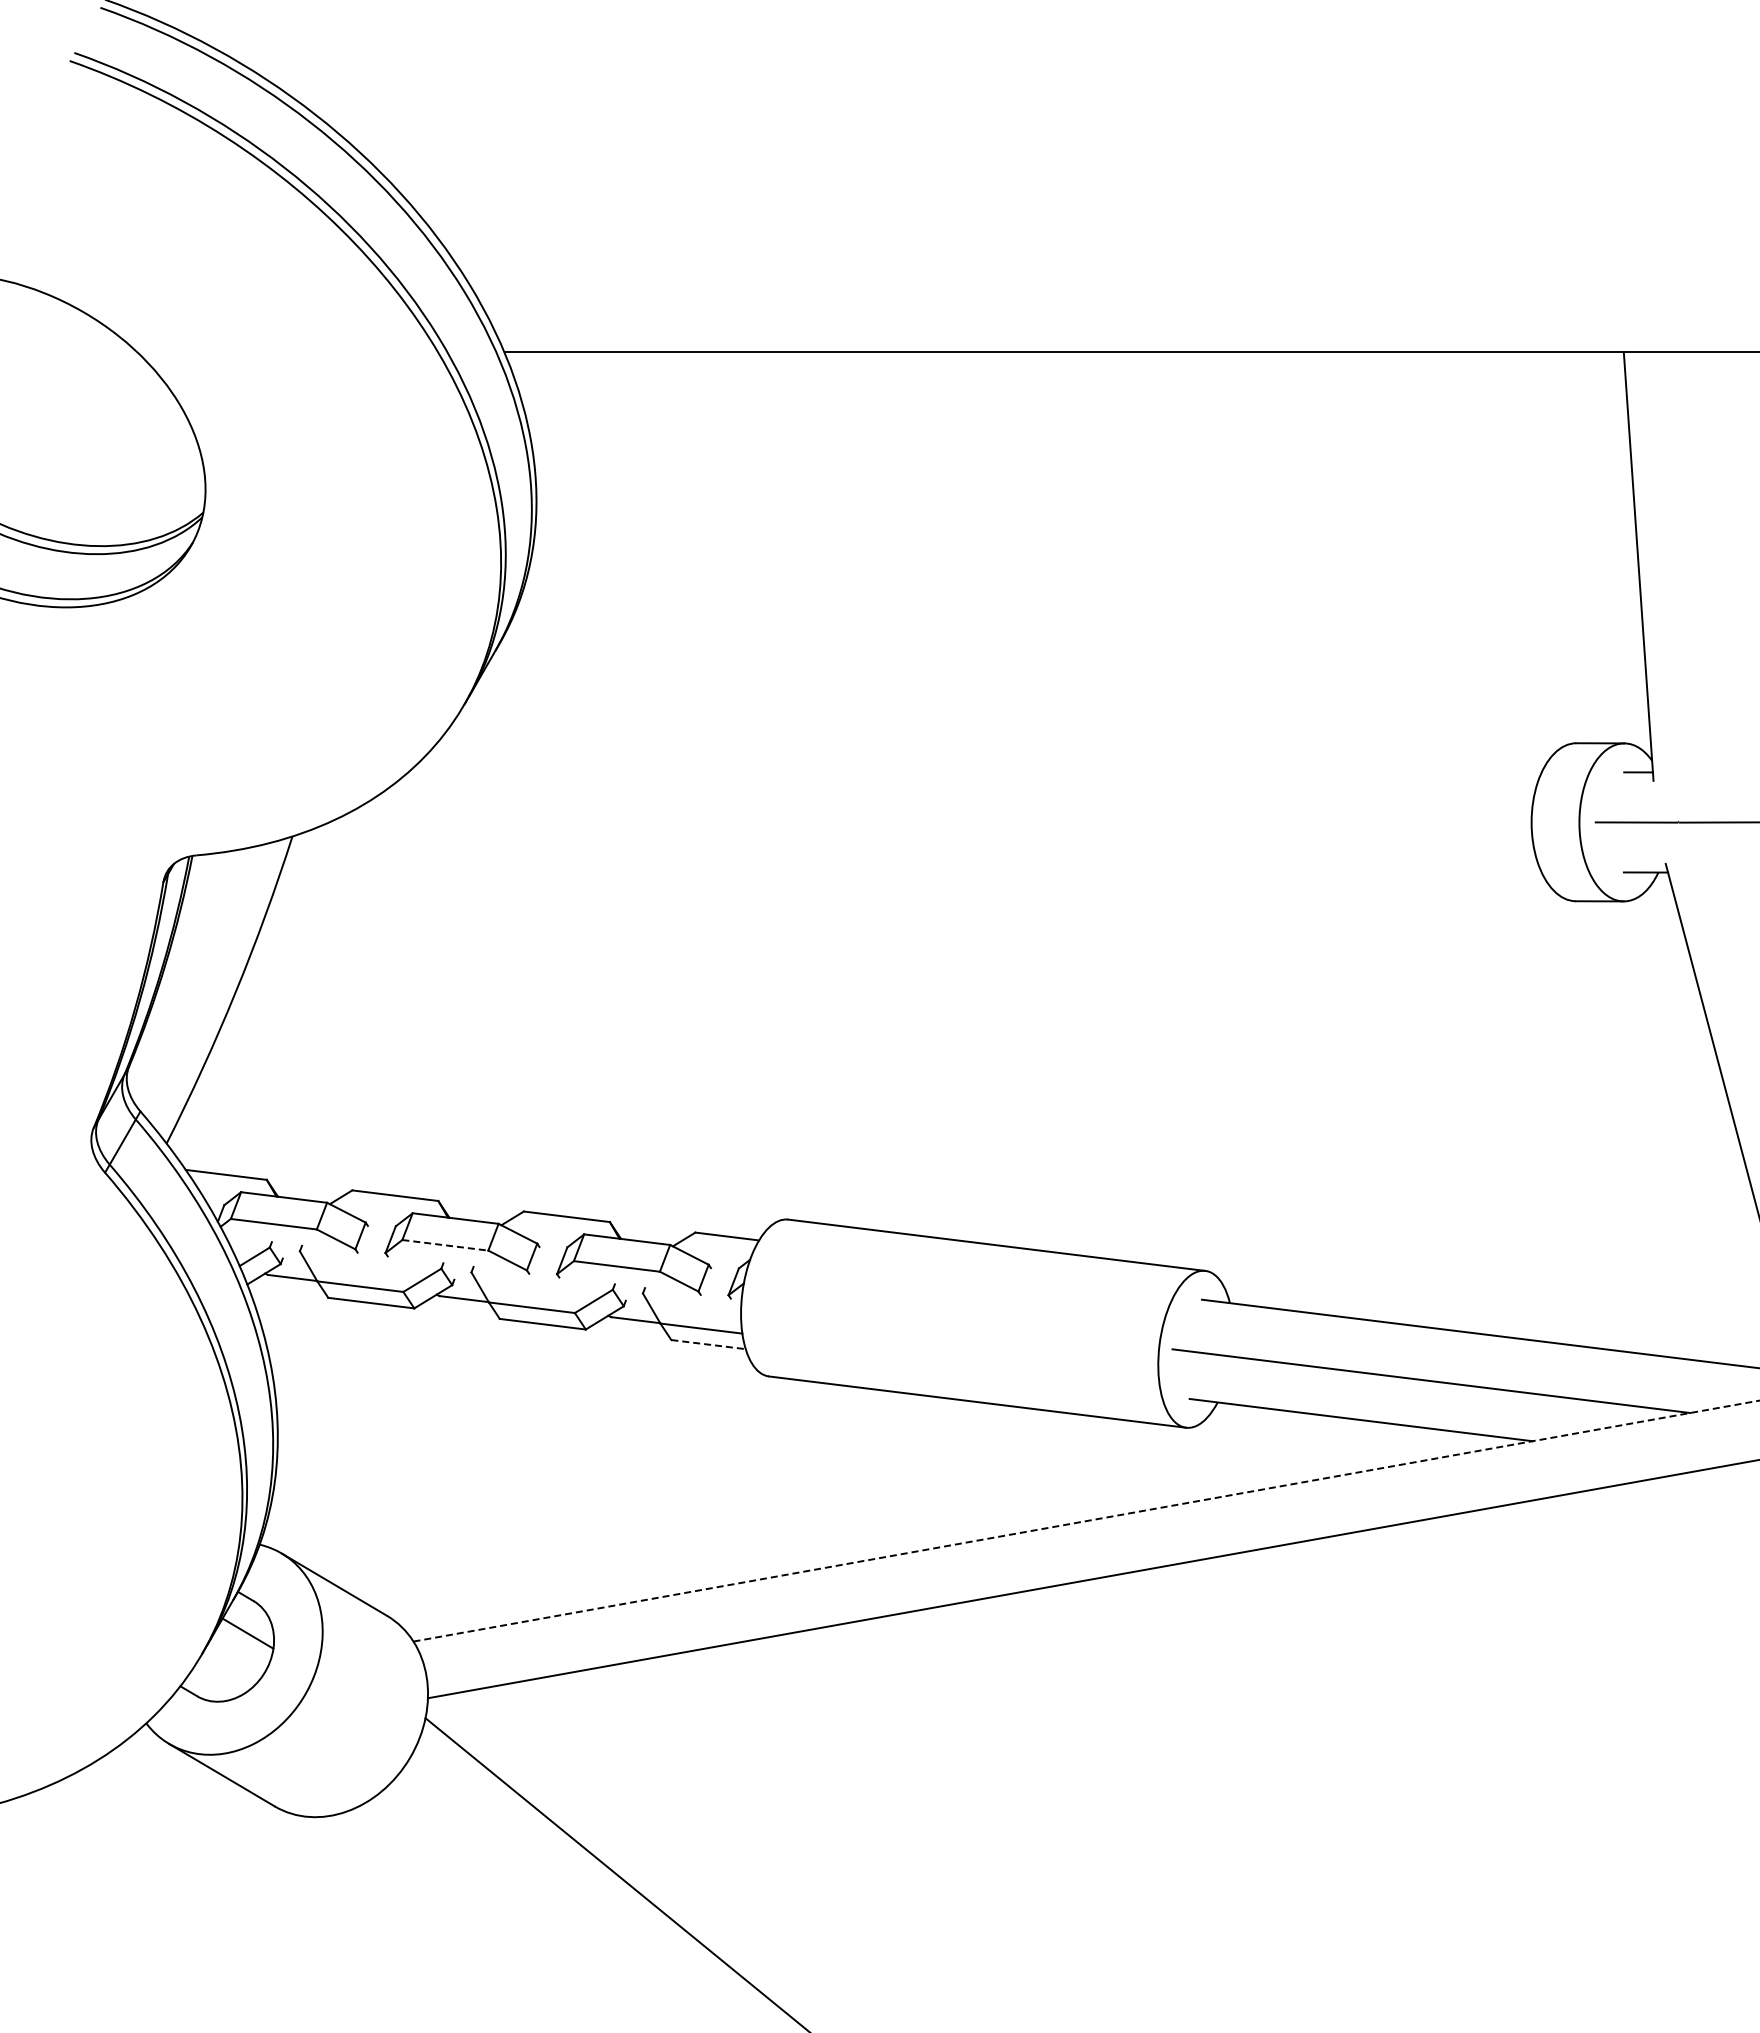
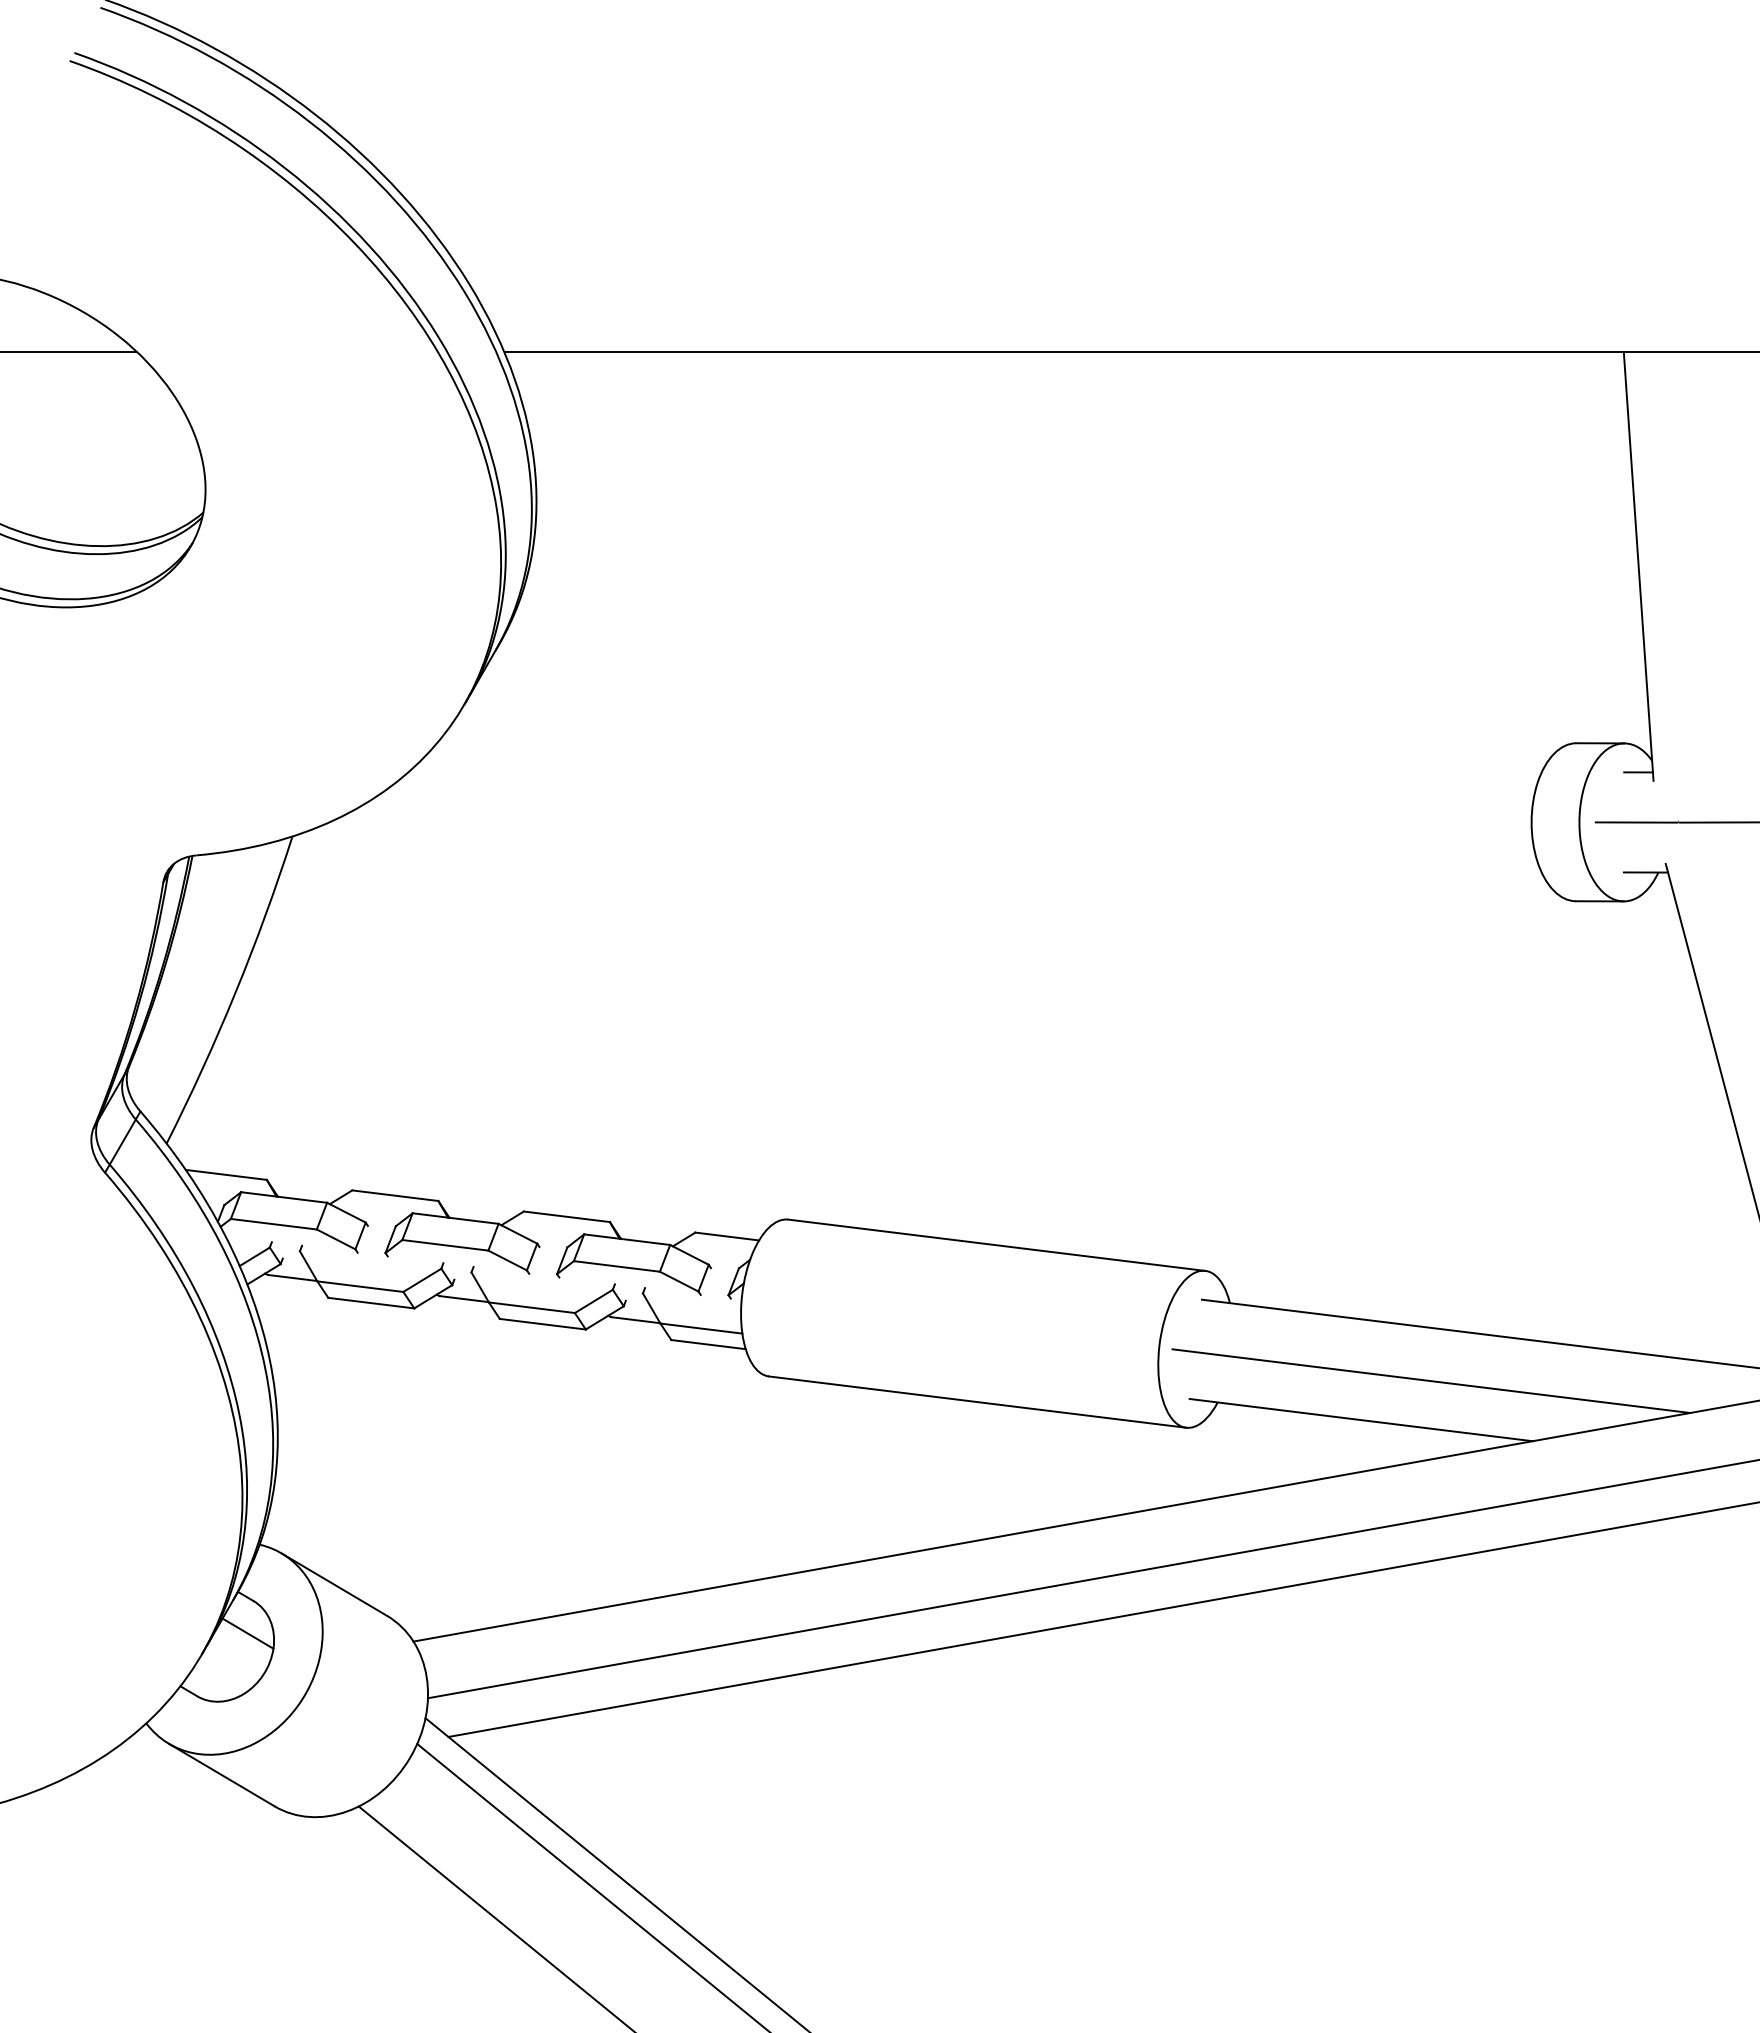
line at (69, 352): none -> present
line at (445, 1245): dashed -> solid
line at (709, 1344): dashed -> solid
line at (1086, 1521): dashed -> solid
line at (1102, 1619): none -> present
line at (591, 1886): none -> present
line at (494, 1917): none -> present
